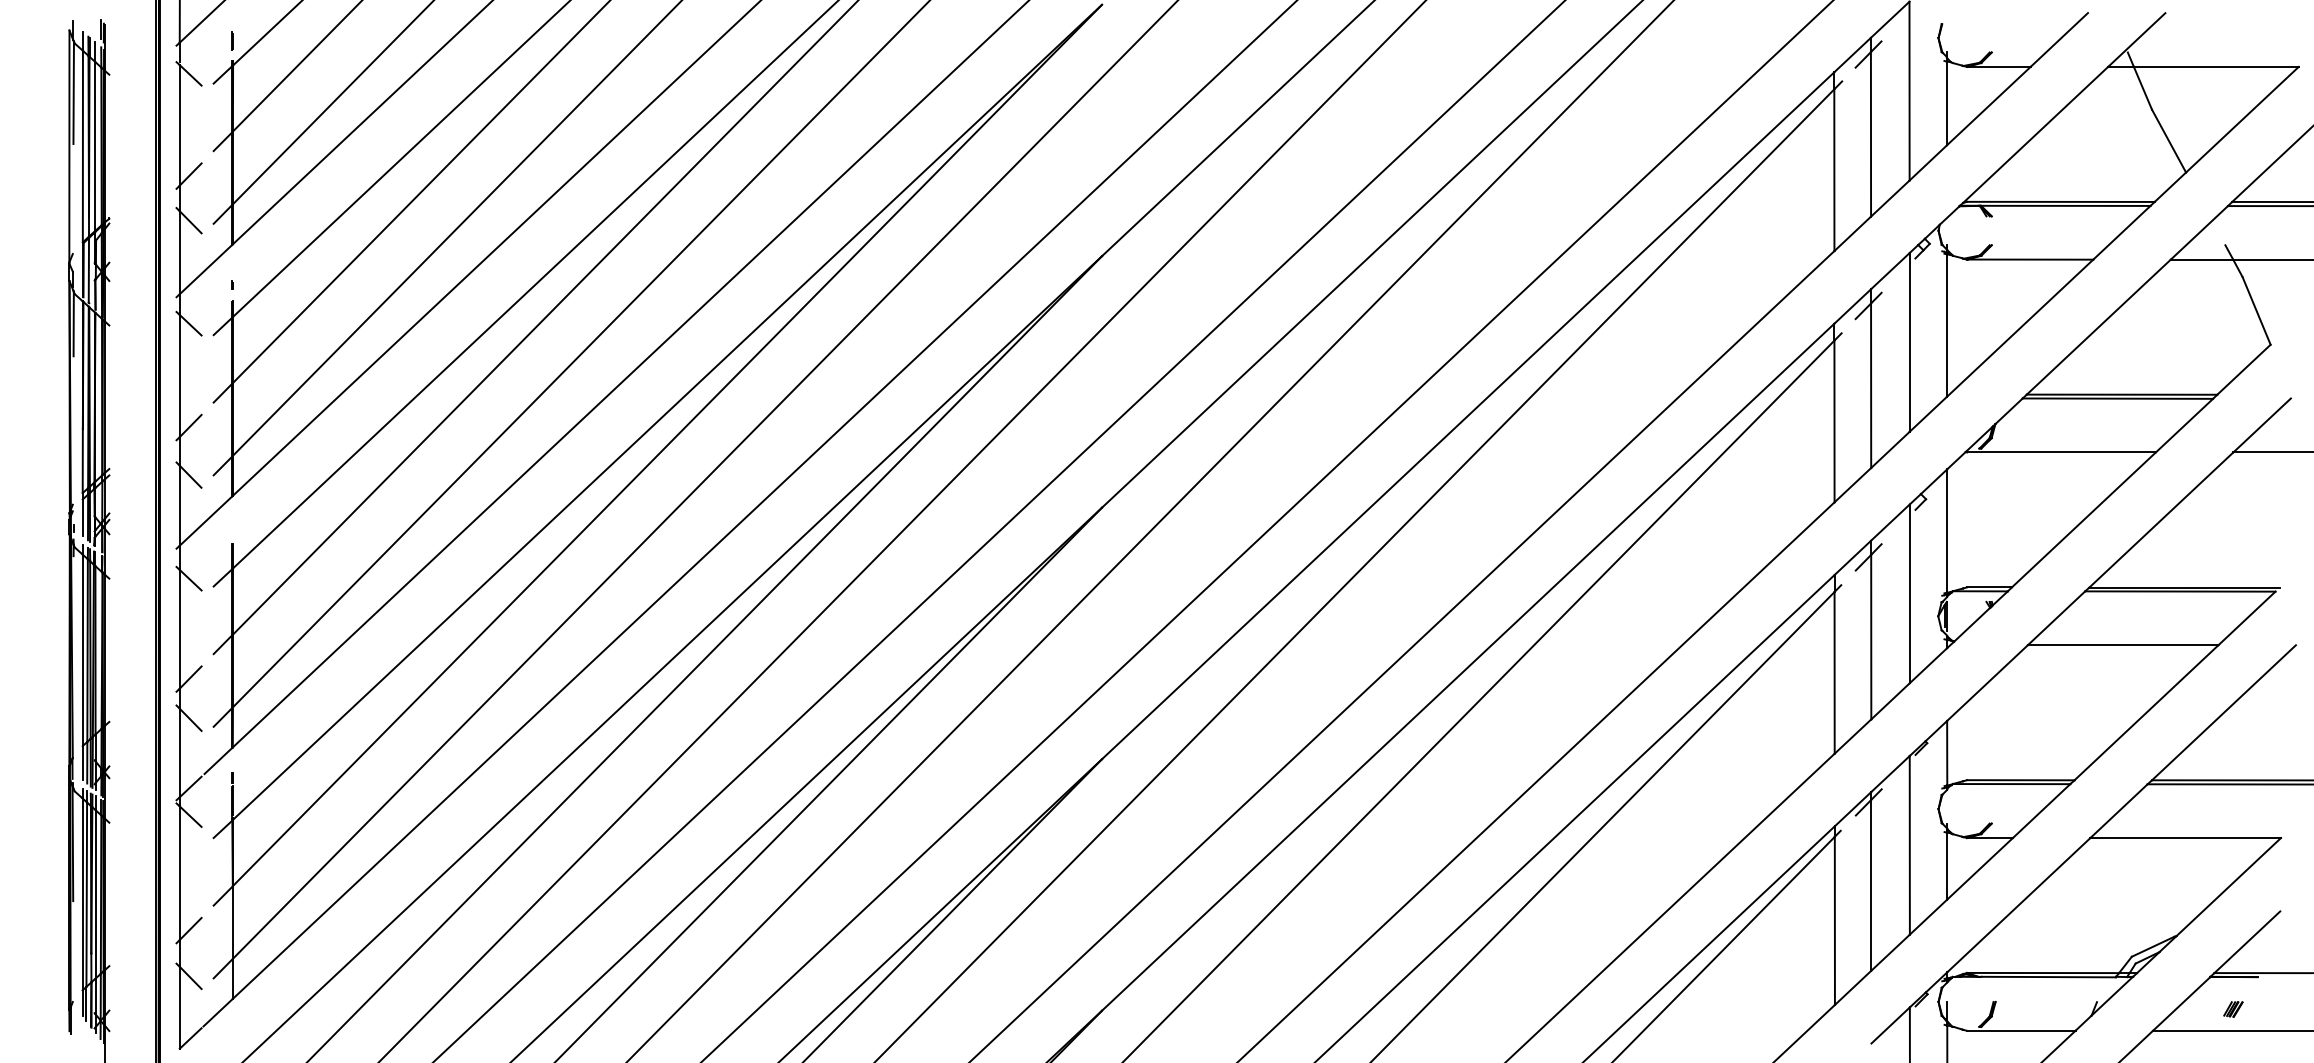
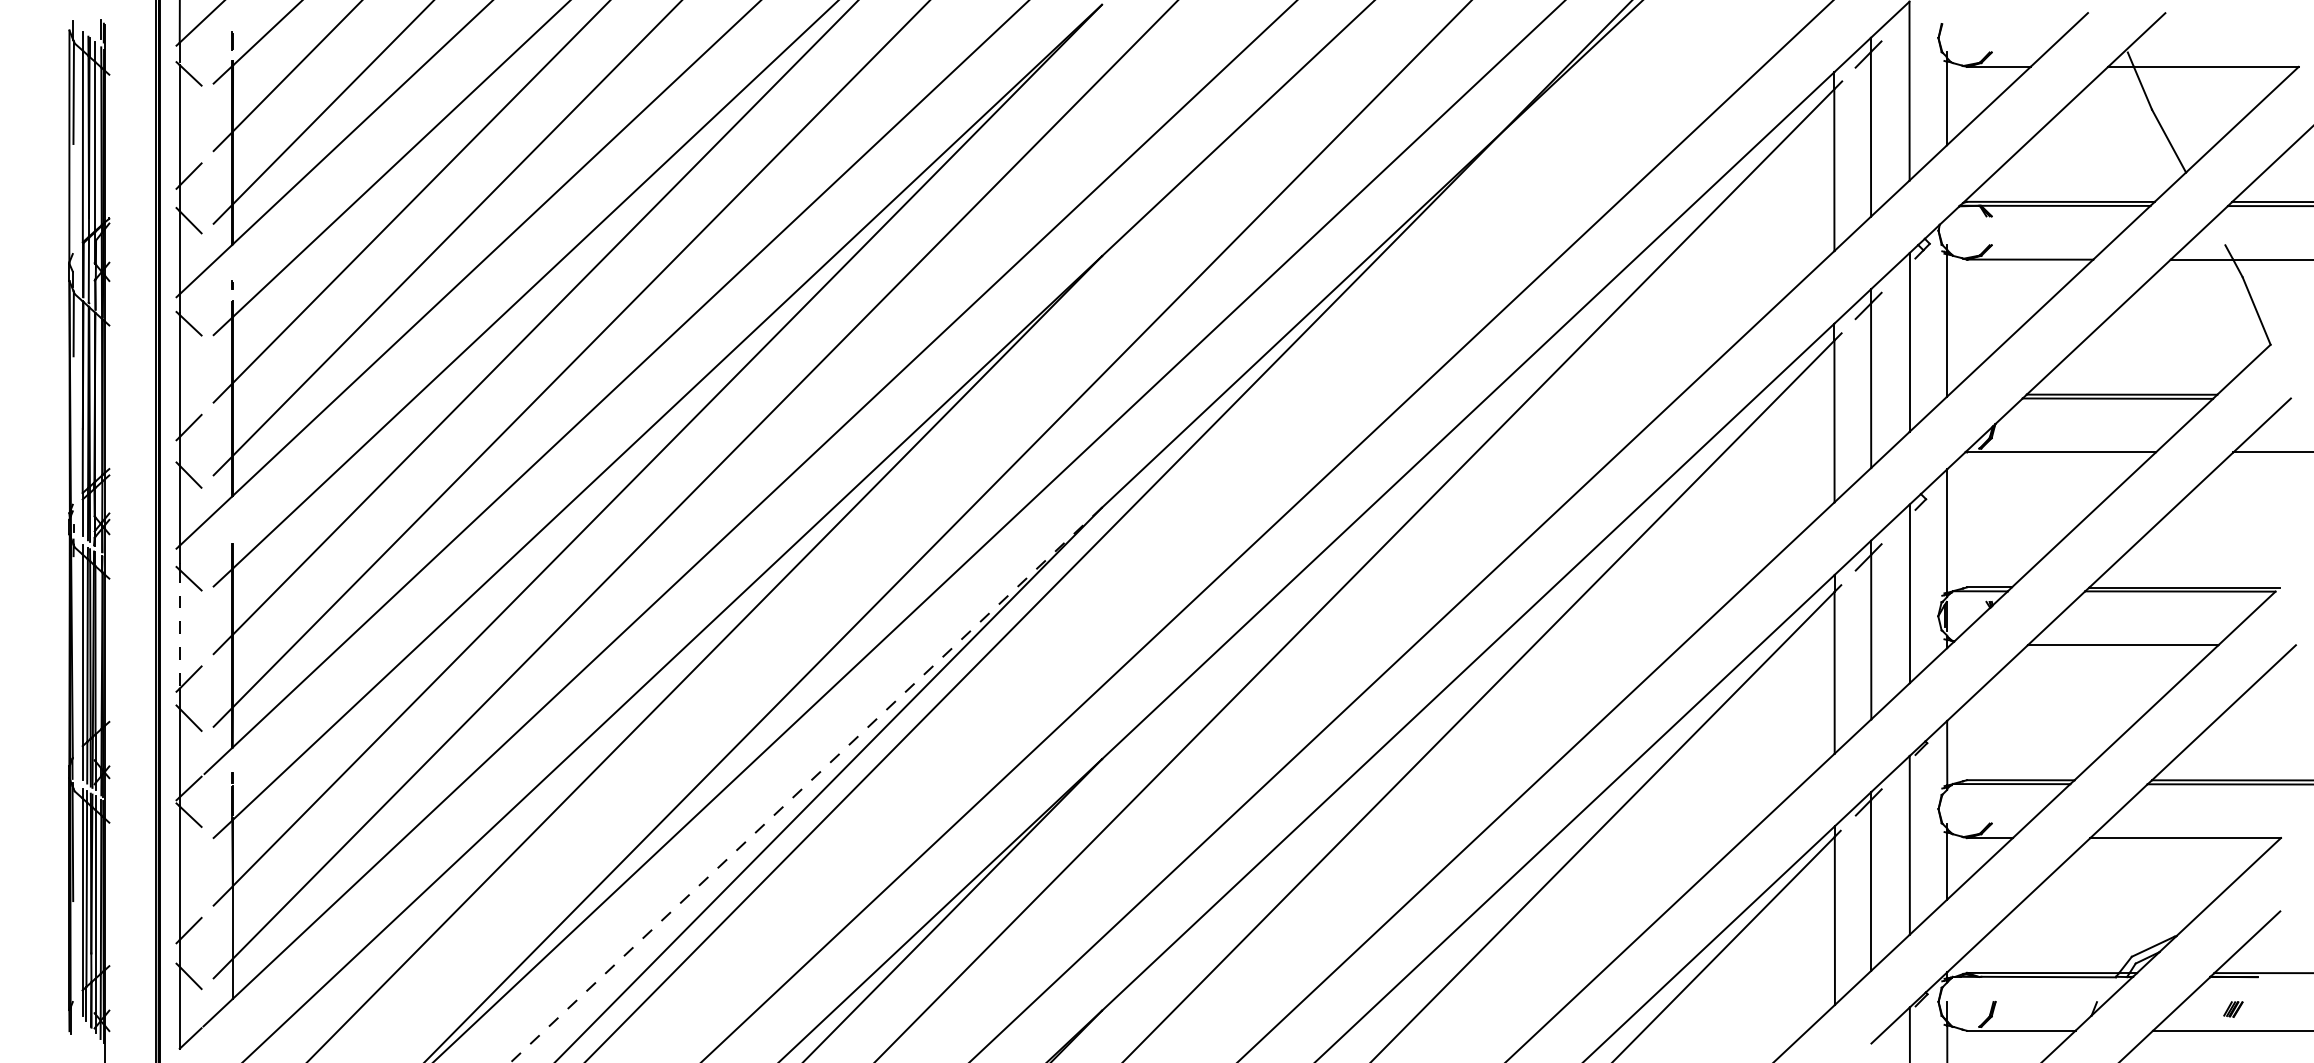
line at (902, 530) position: (902, 530) -> (948, 530)
line at (1150, 530) position: (1150, 530) -> (1108, 530)
line at (179, 629): solid -> dashed
line at (805, 785): solid -> dashed
